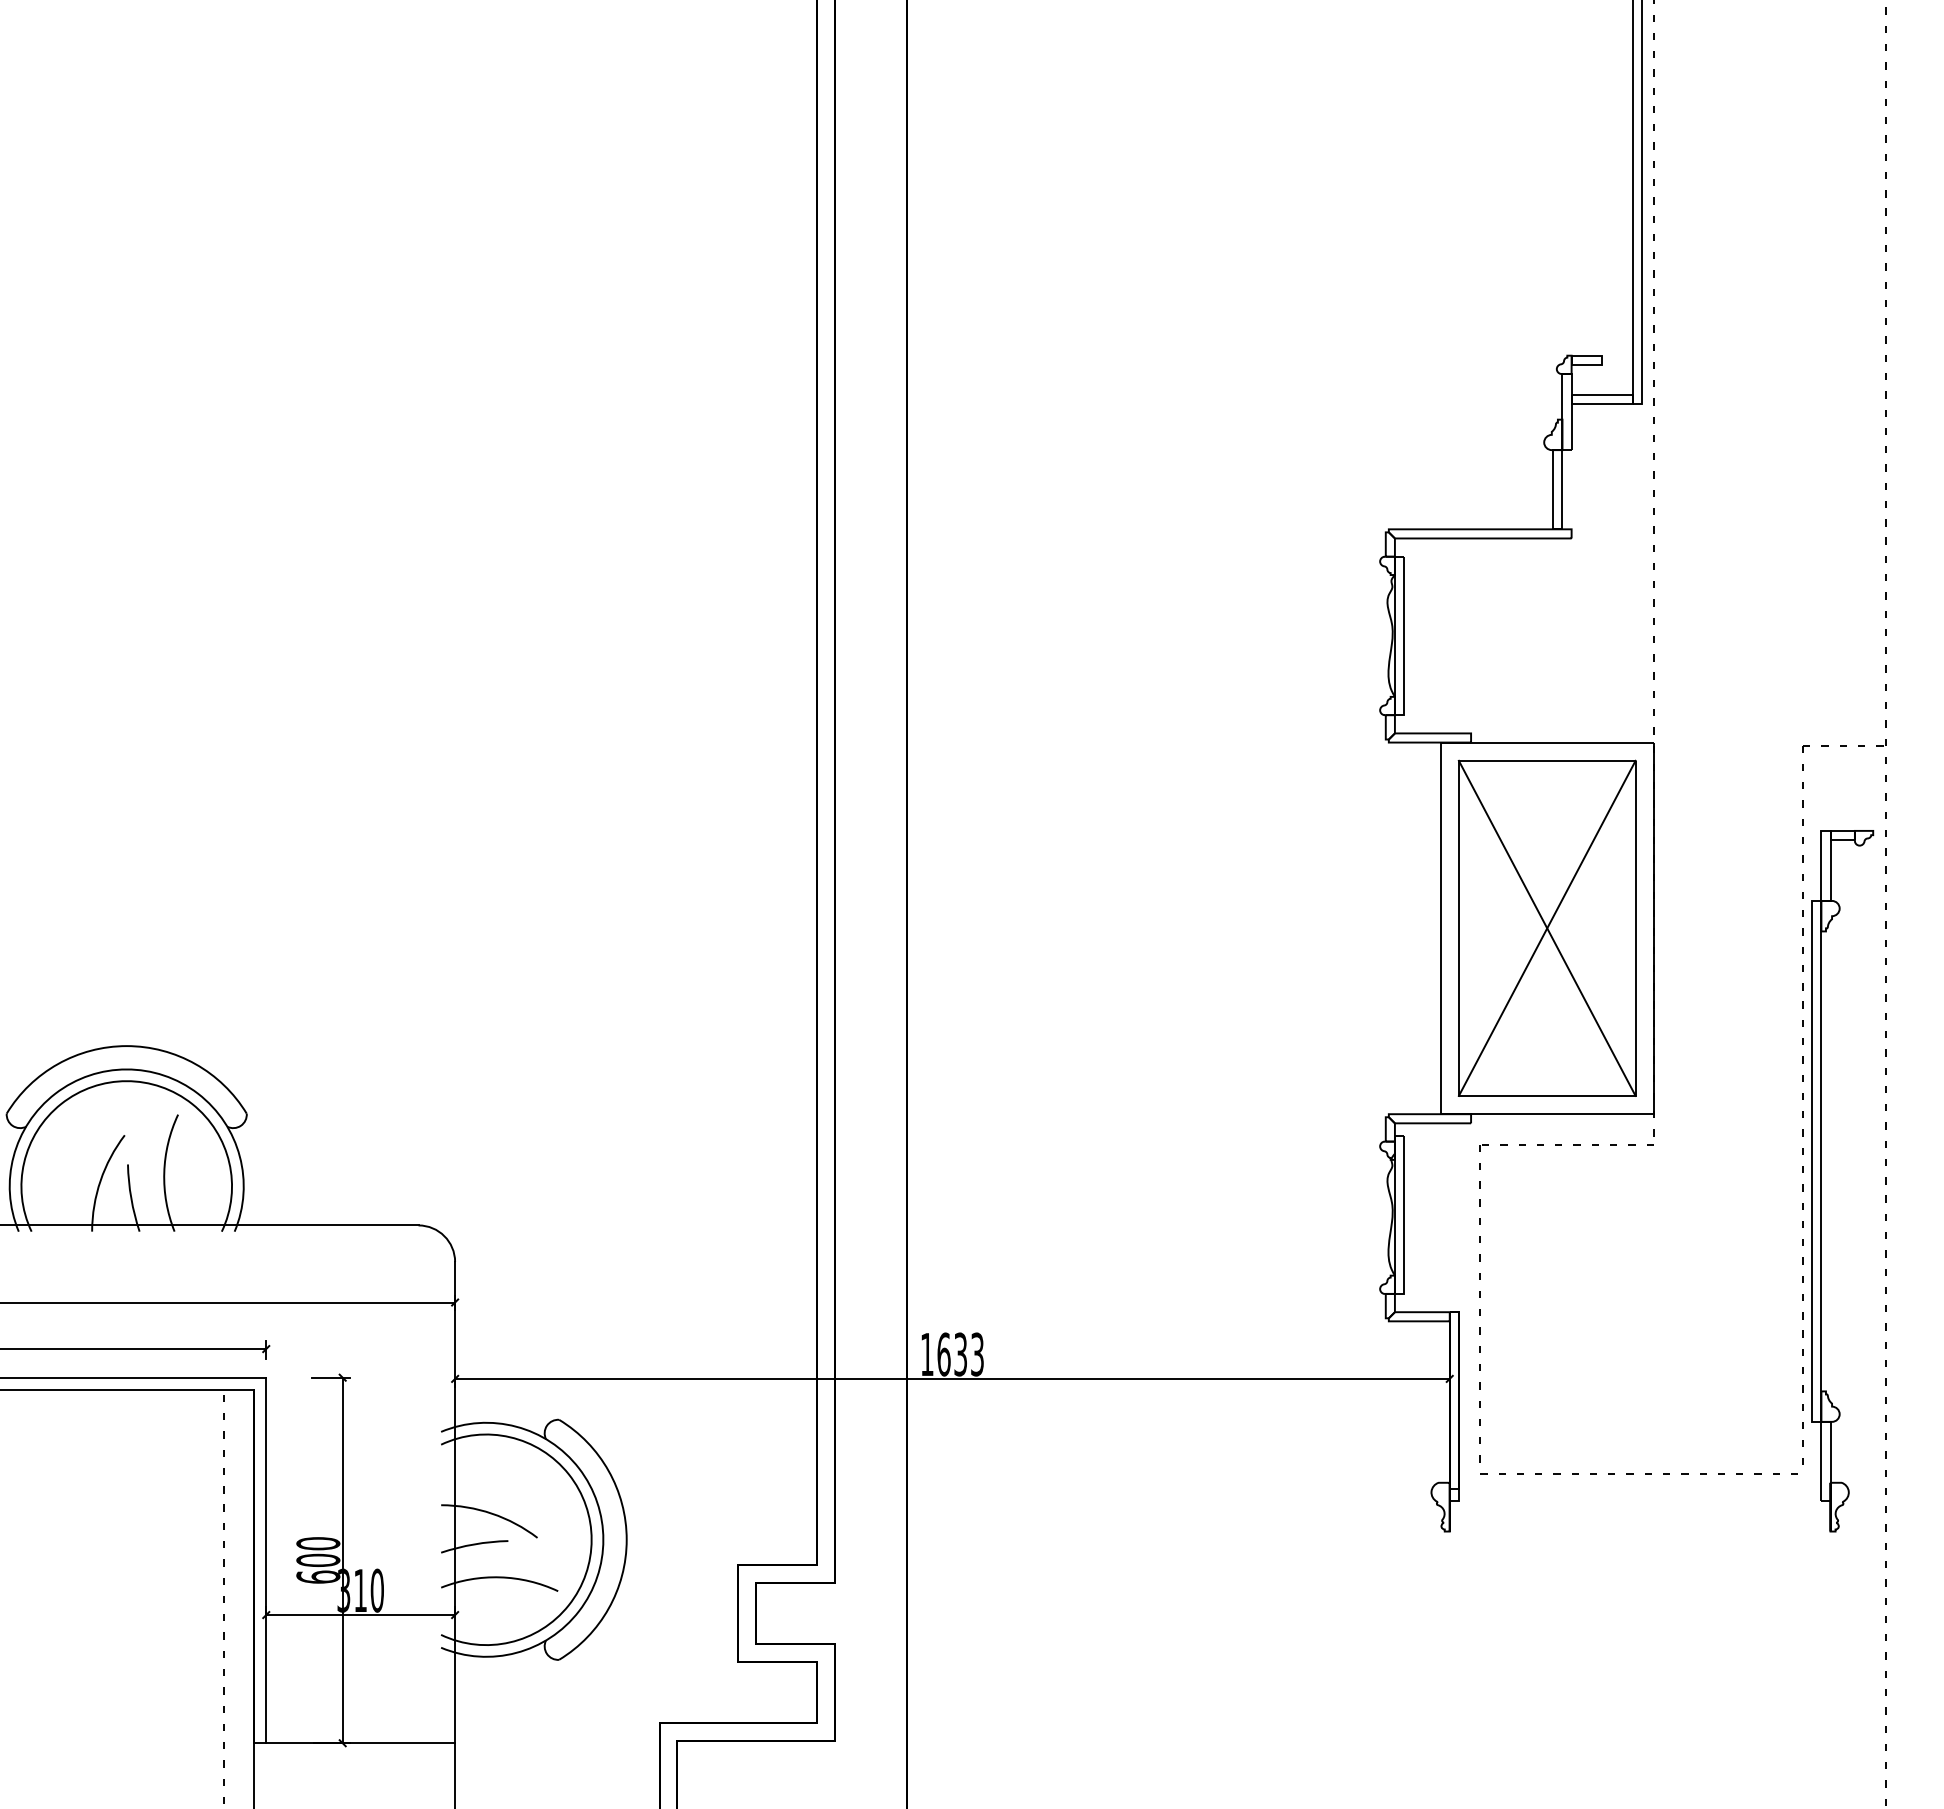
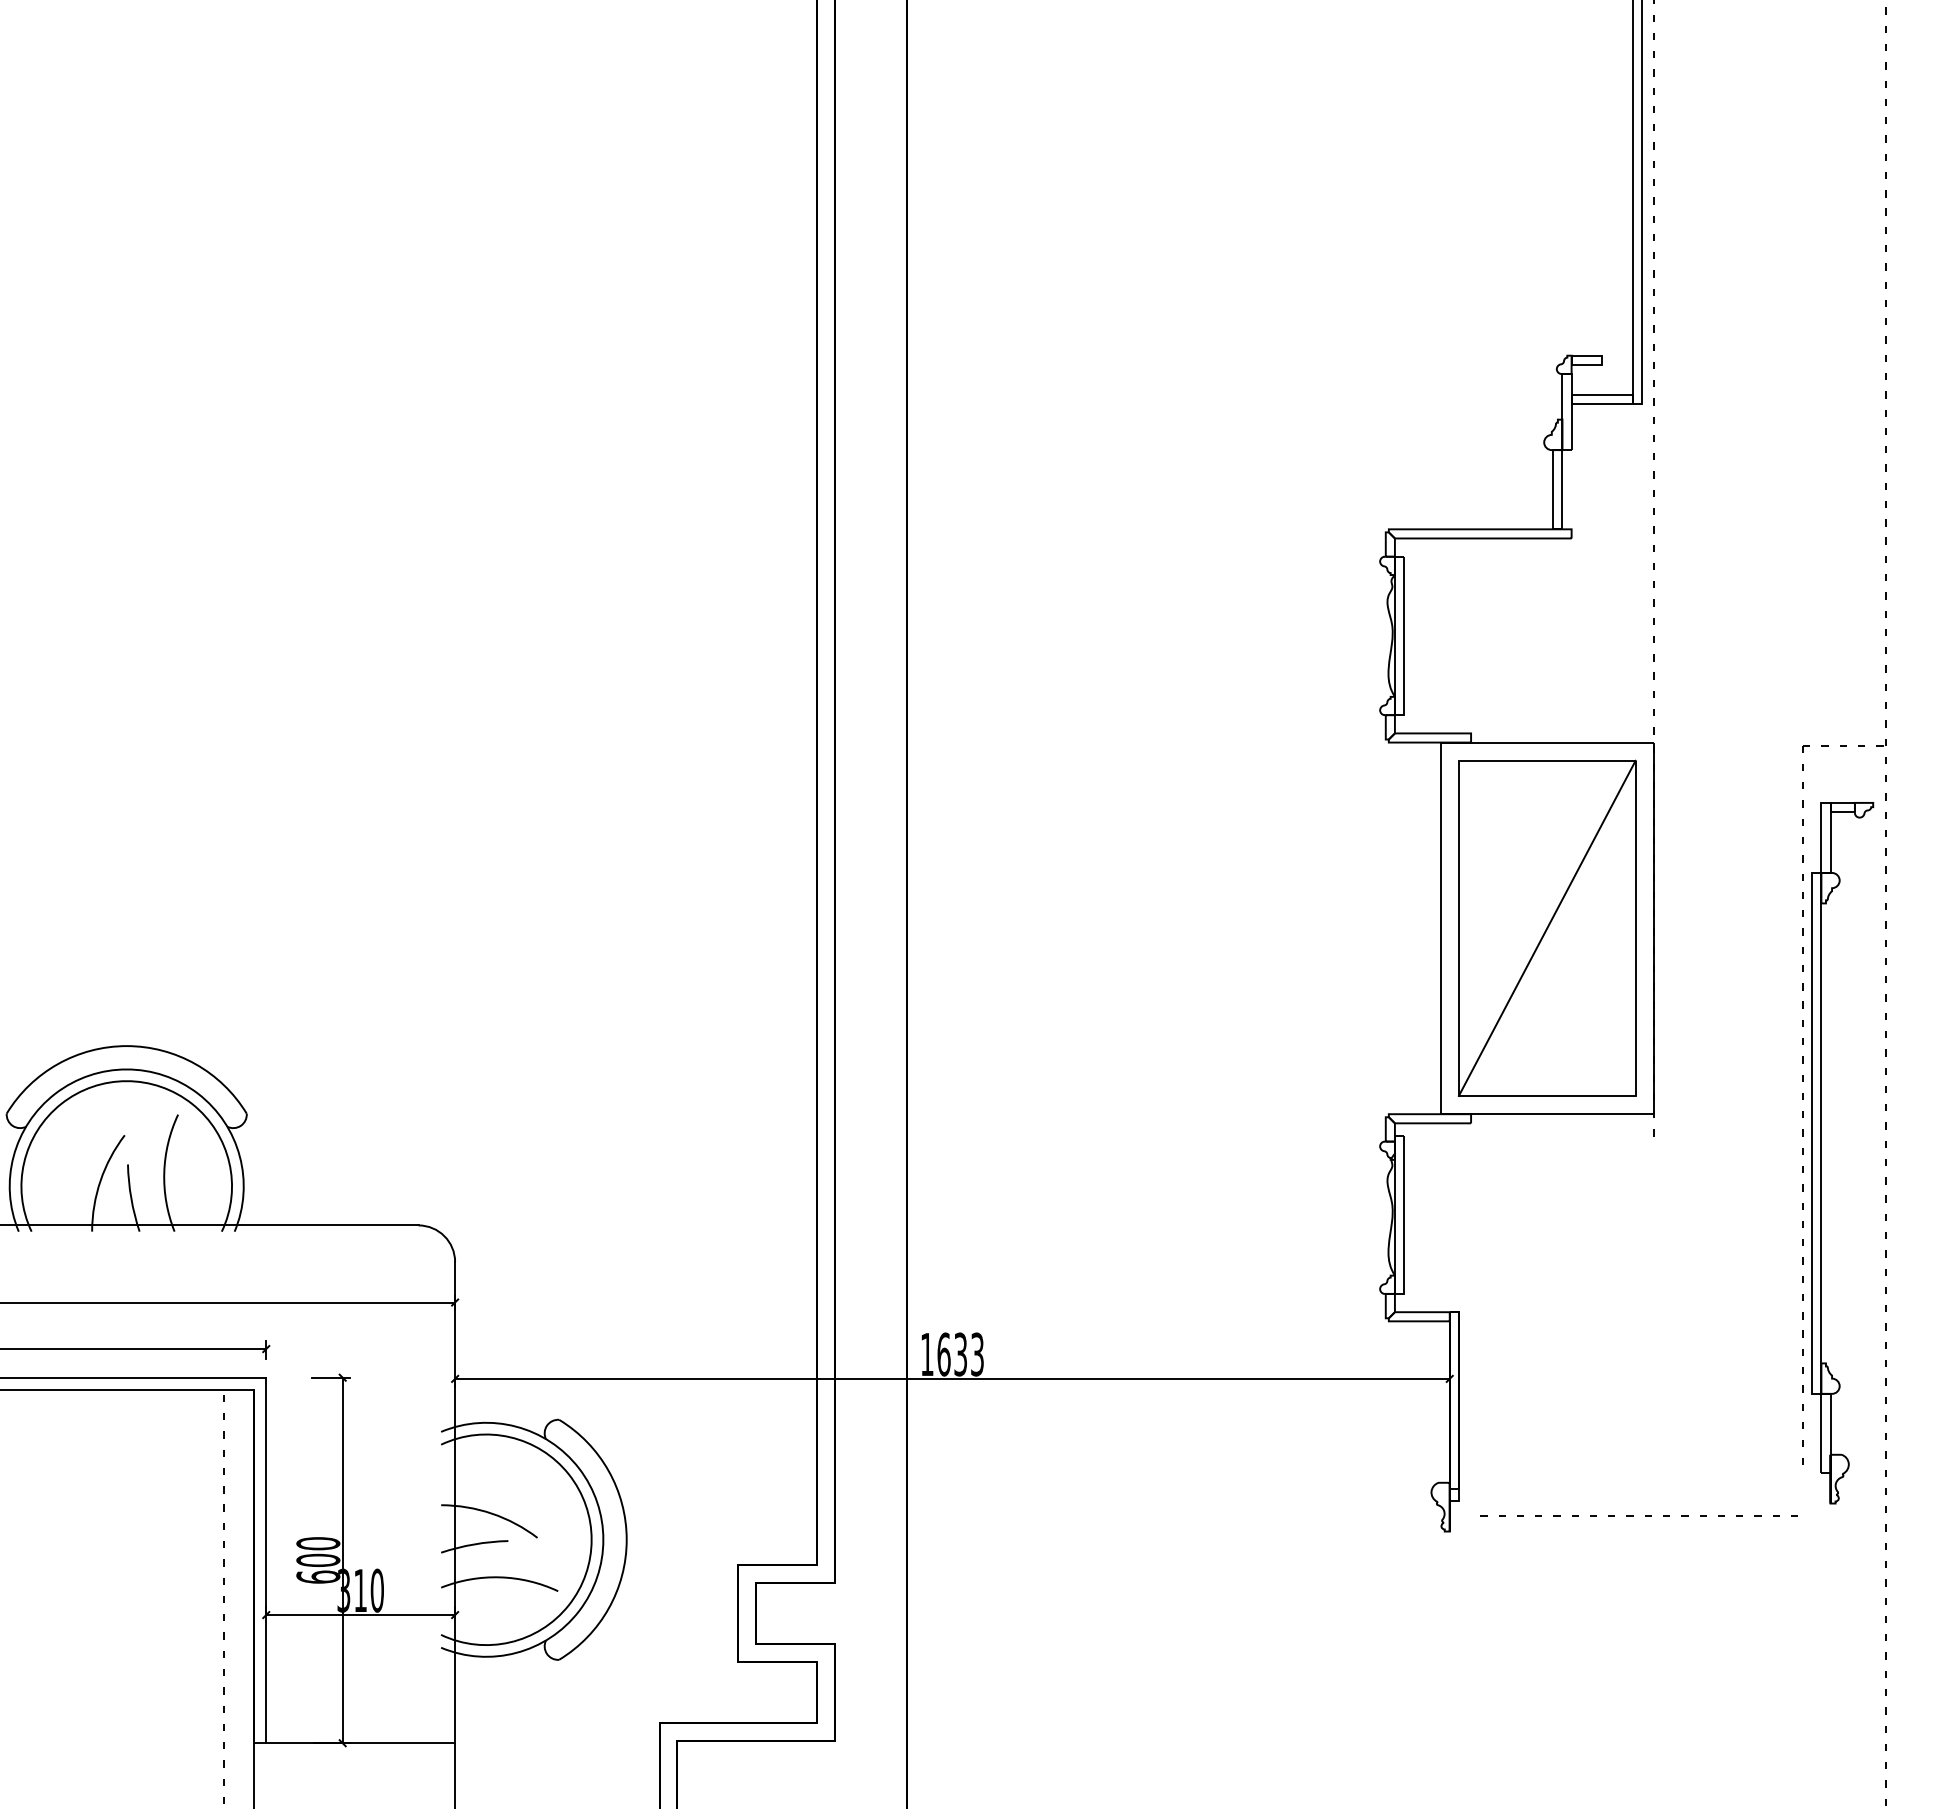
line at (1546, 927): present -> none
part at (1821, 1181) position: (1821, 1181) -> (1821, 1153)
part at (1480, 1297): present -> none
line at (1633, 1473) position: (1633, 1473) -> (1633, 1515)
